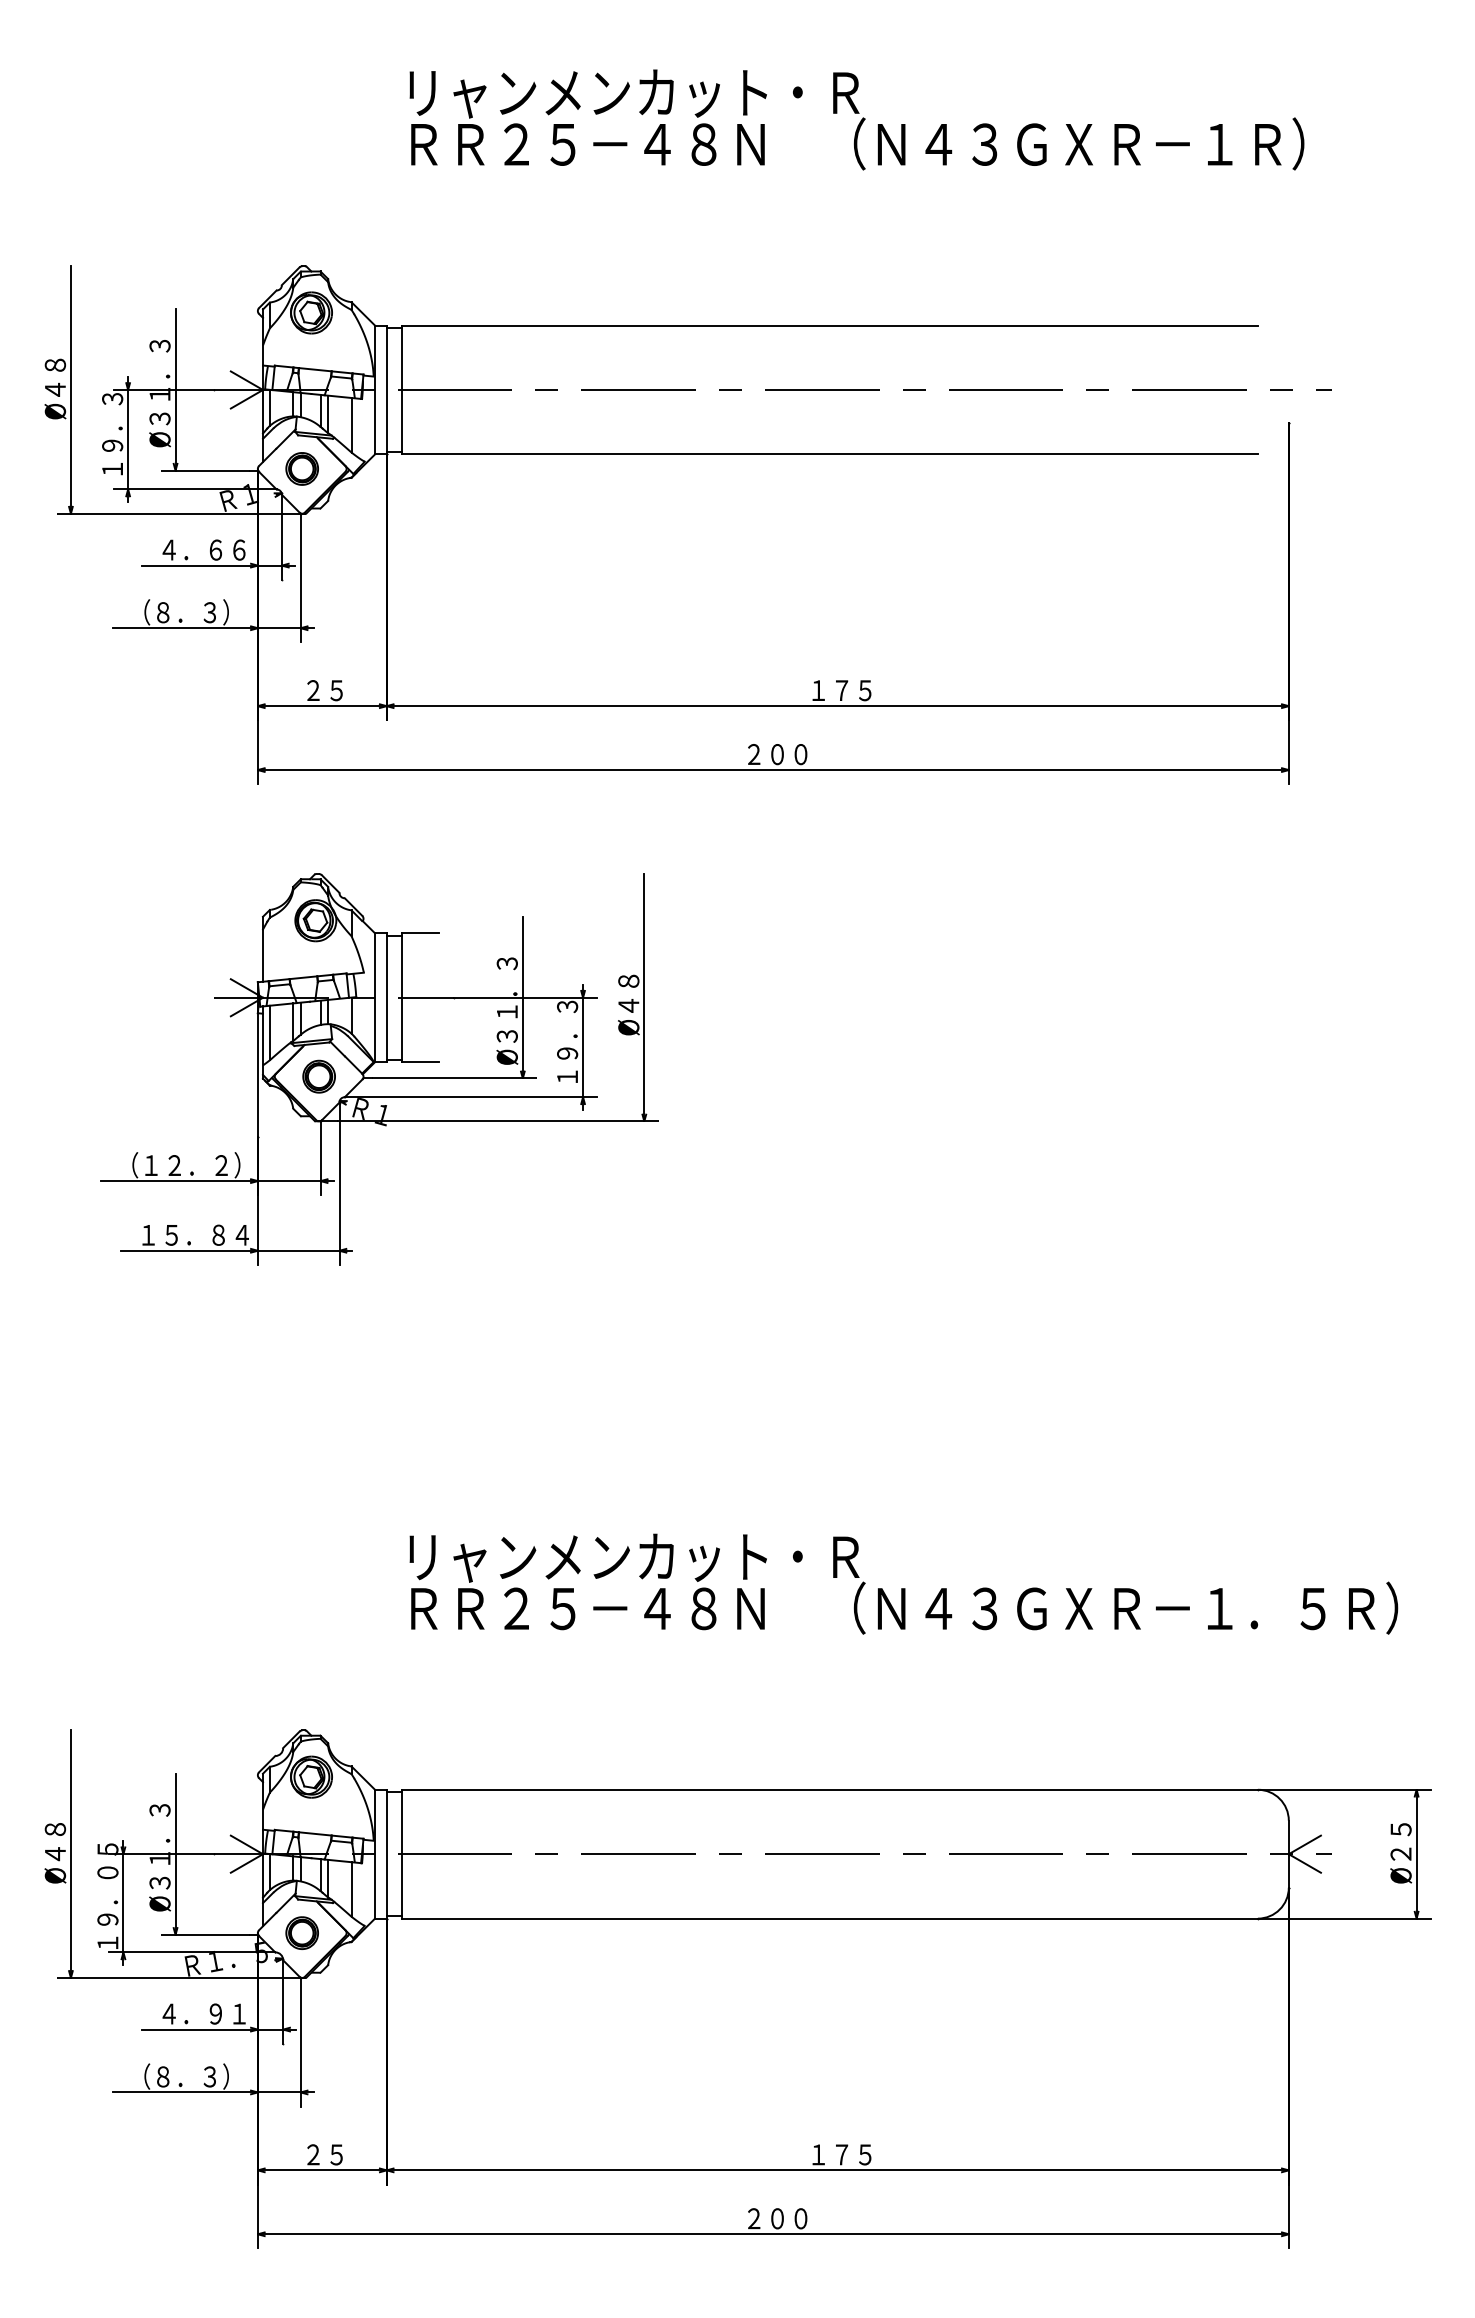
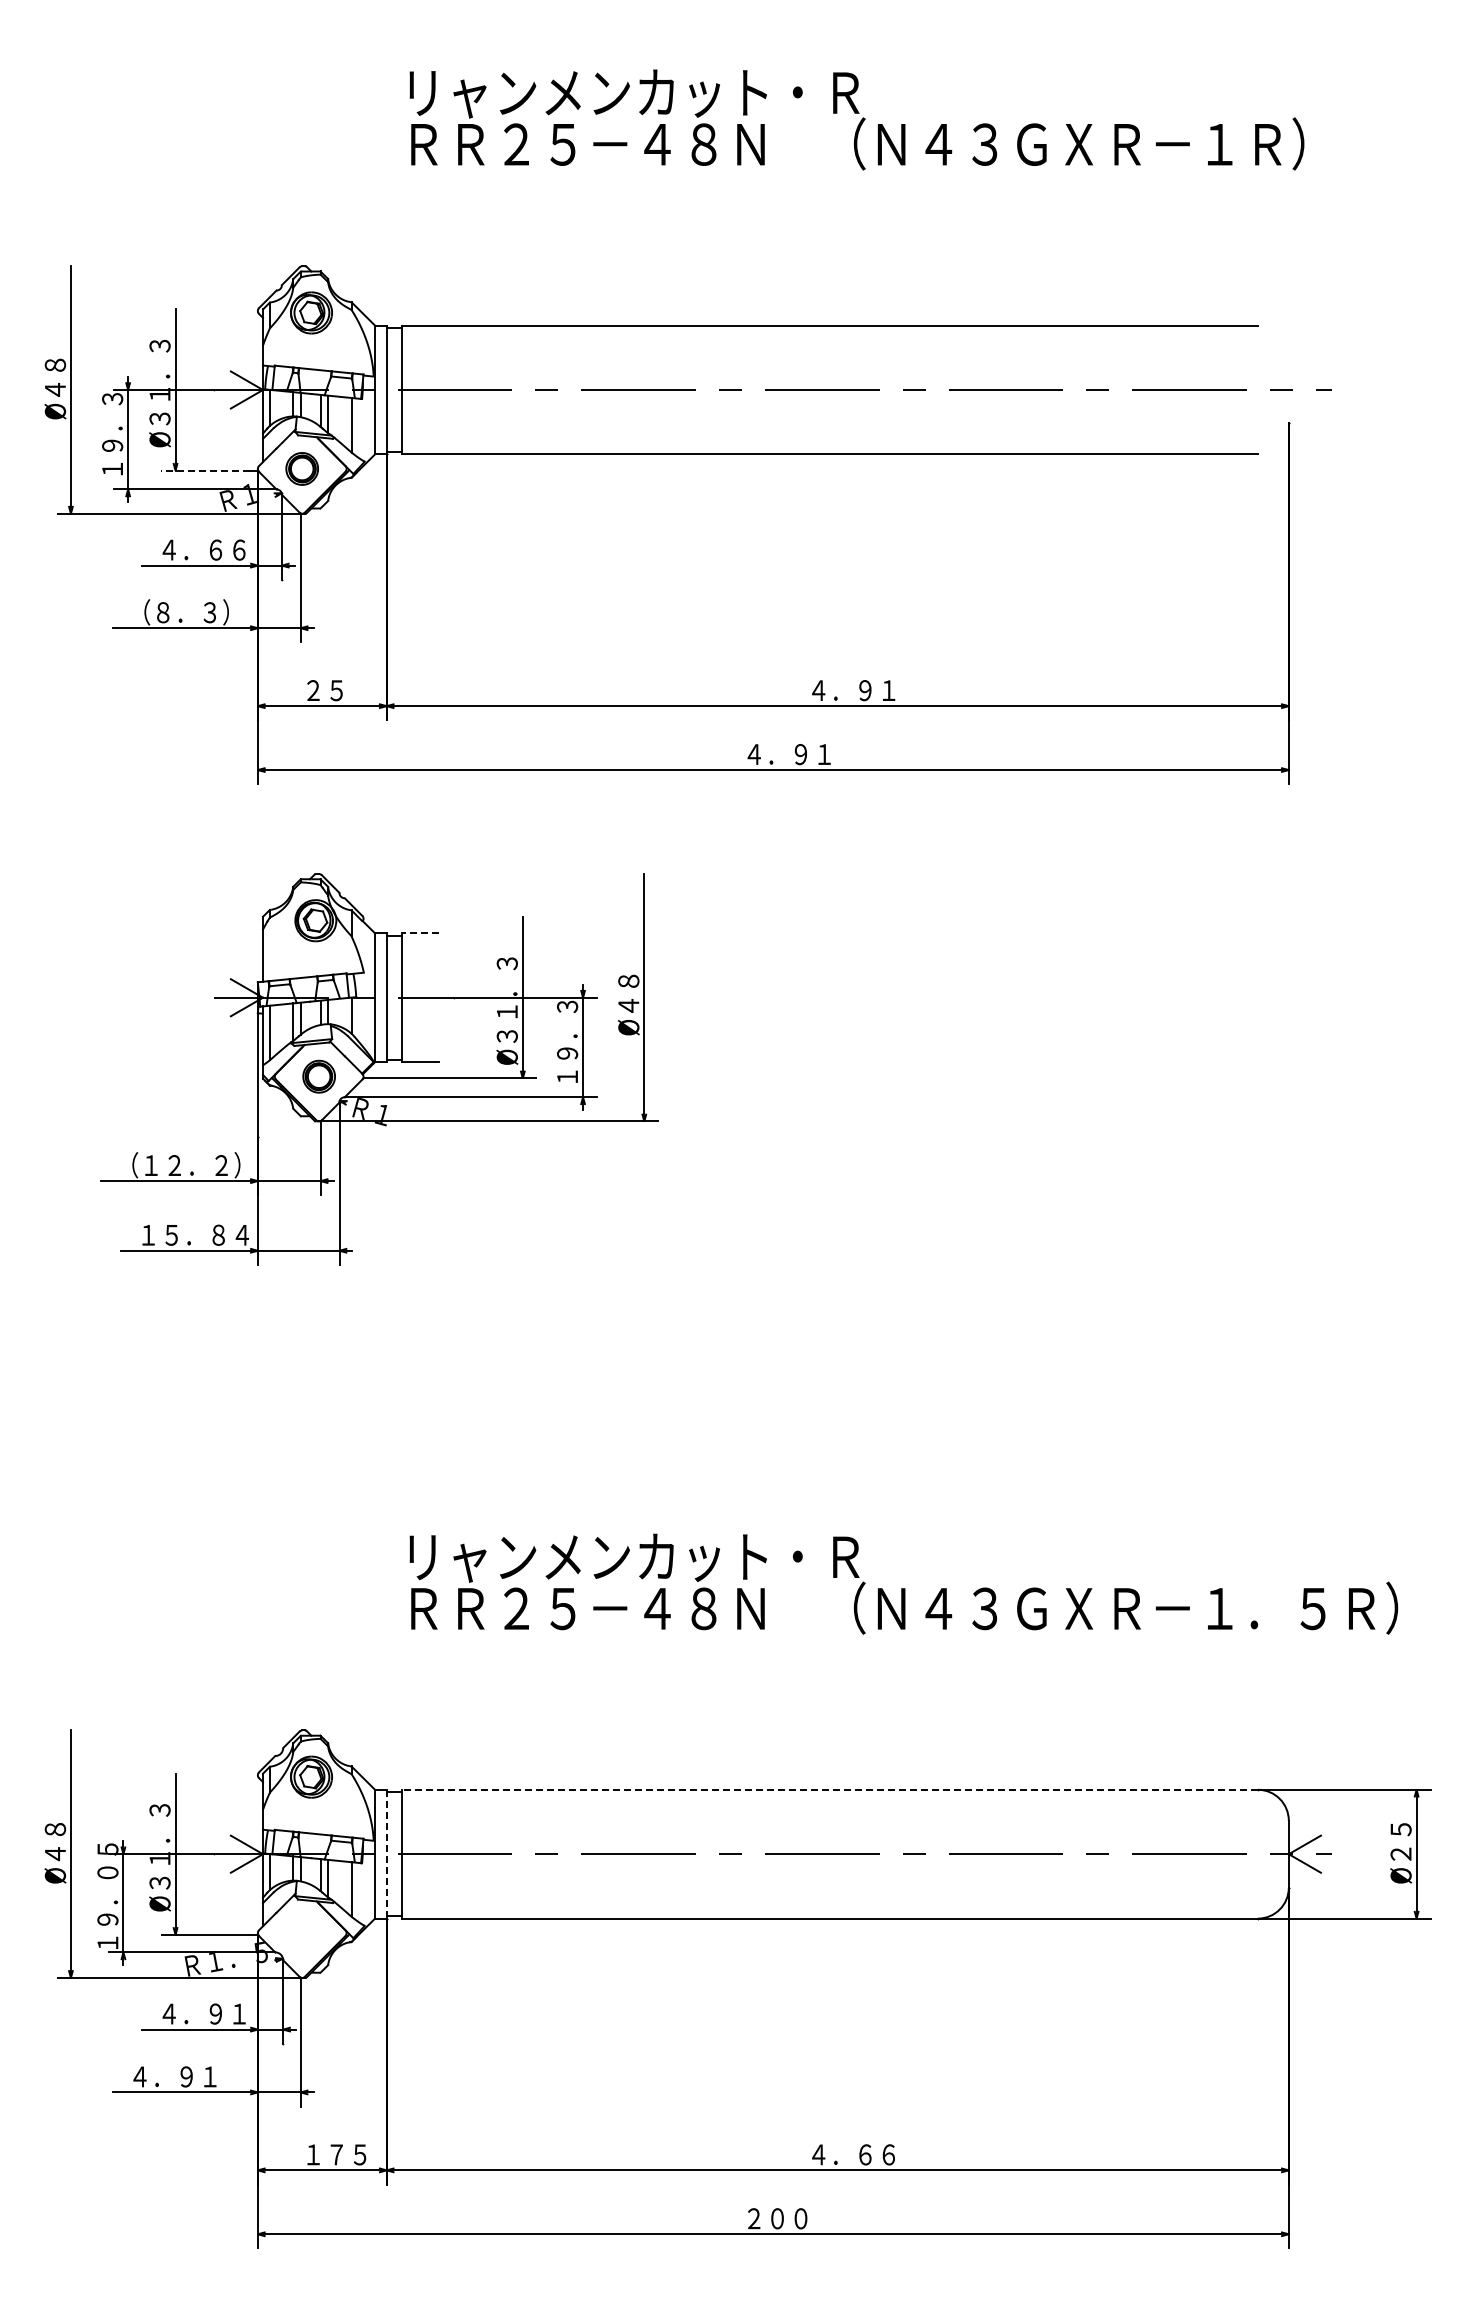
line at (204, 470): solid -> dashed
text at (853, 690): １７５ -> ４．９１
text at (788, 754): ２００ -> ４．９１
line at (420, 933): solid -> dashed
line at (830, 1789): solid -> dashed
line at (386, 1854): solid -> dashed
part at (301, 1932): present -> none
text at (180, 2076): （８．３） -> ４．９１
text at (336, 2154): ２５ -> １７５
text at (853, 2154): １７５ -> ４．６６
